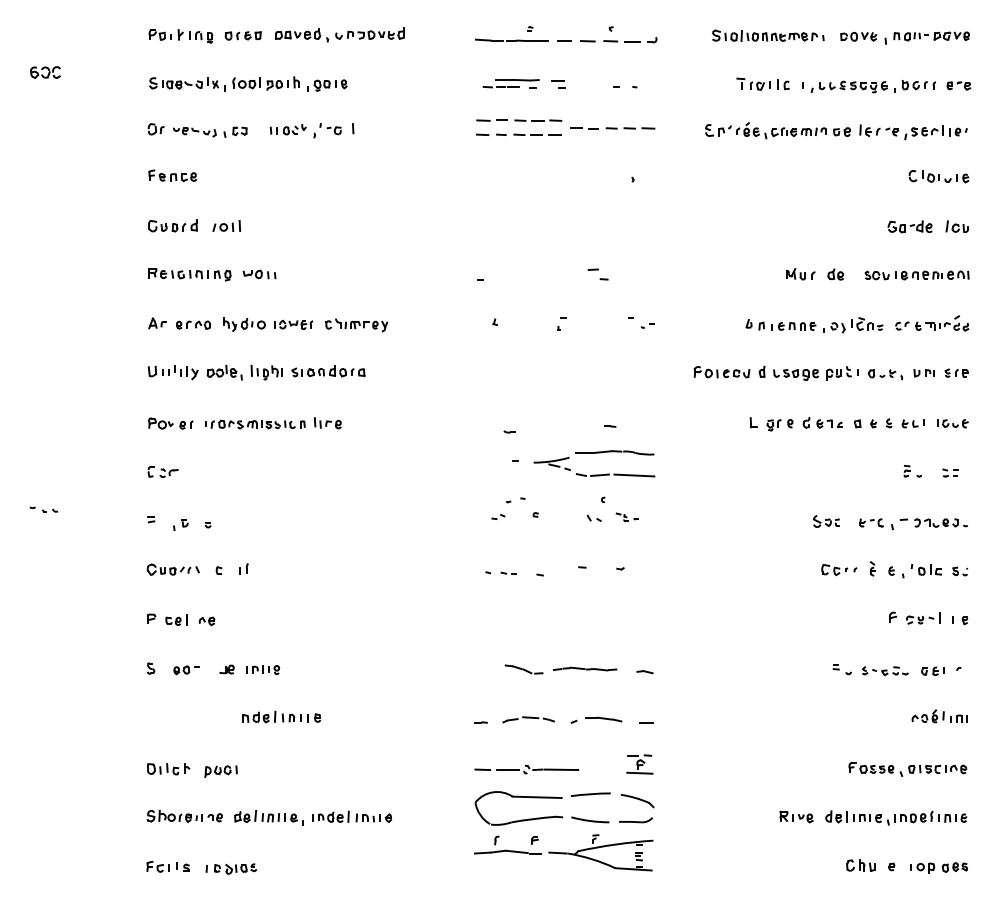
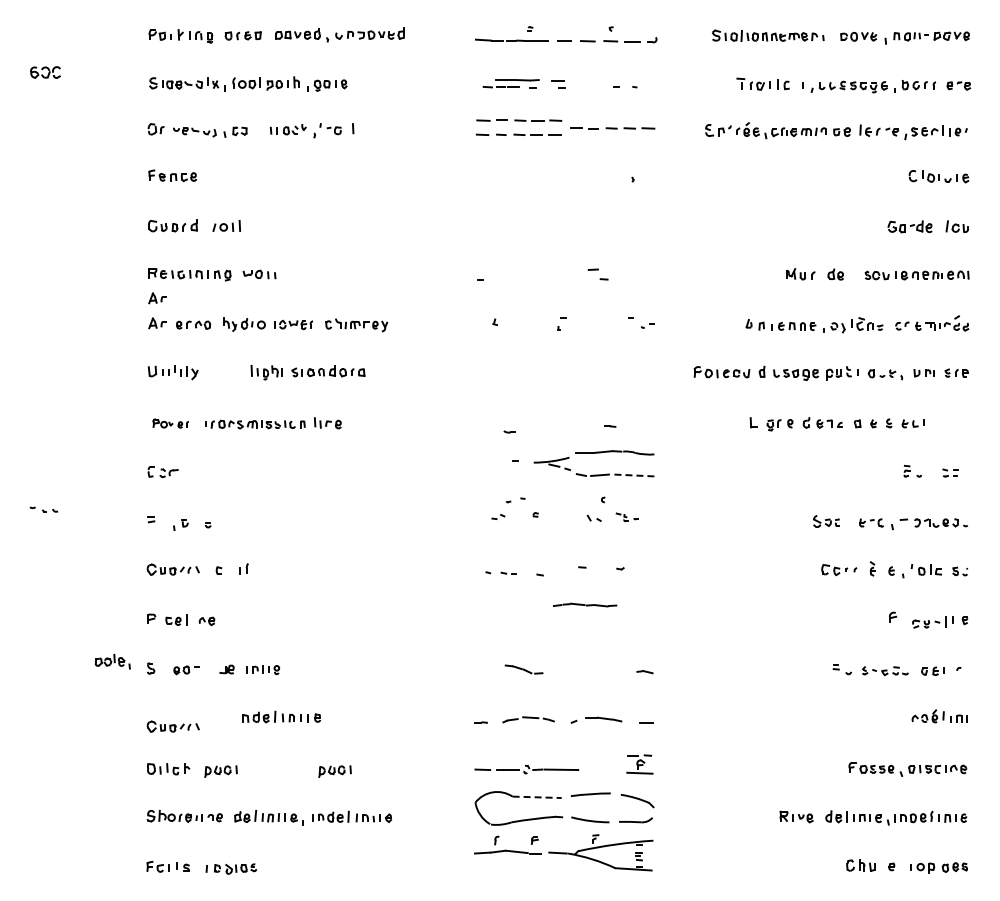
part at (157, 298): none -> present
part at (224, 372) position: (224, 372) -> (112, 661)
part at (170, 423) size: 46x13 px -> 37x11 px
part at (952, 423): present -> none
line at (634, 475): solid -> dashed
part at (923, 618) position: (923, 618) -> (929, 622)
part at (585, 668) position: (585, 668) -> (585, 604)
part at (172, 726): none -> present
part at (334, 771): none -> present
line at (537, 797): solid -> dashed
